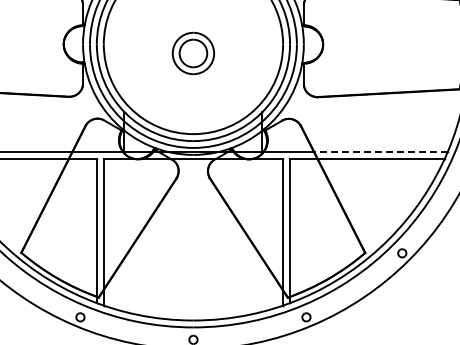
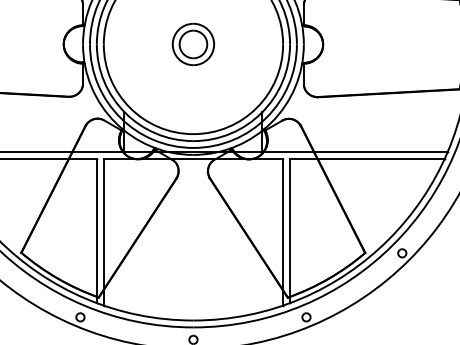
part at (192, 53) position: (192, 53) -> (192, 44)
line at (380, 151): dashed -> solid
